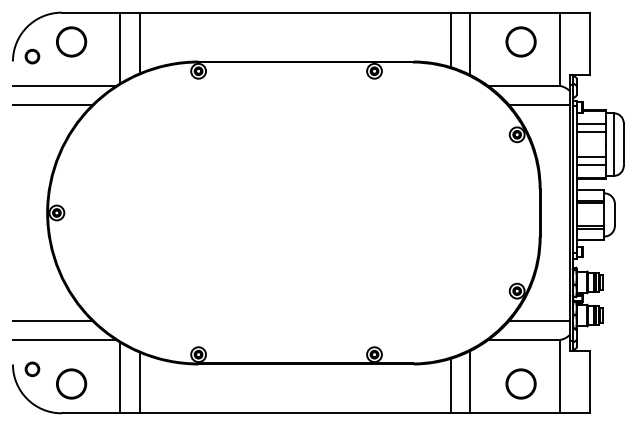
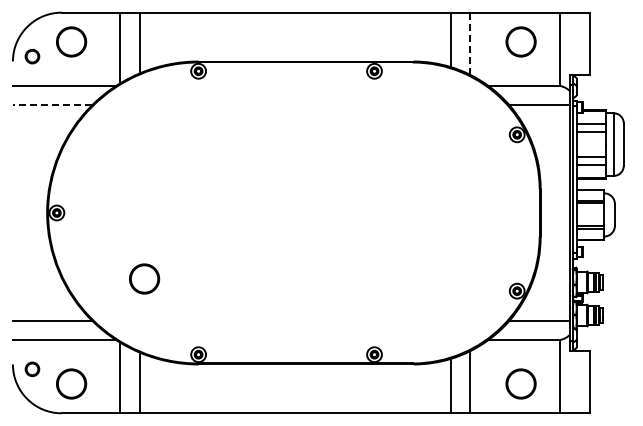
line at (470, 43): solid -> dashed
line at (52, 105): solid -> dashed
circle at (144, 278): none -> present
